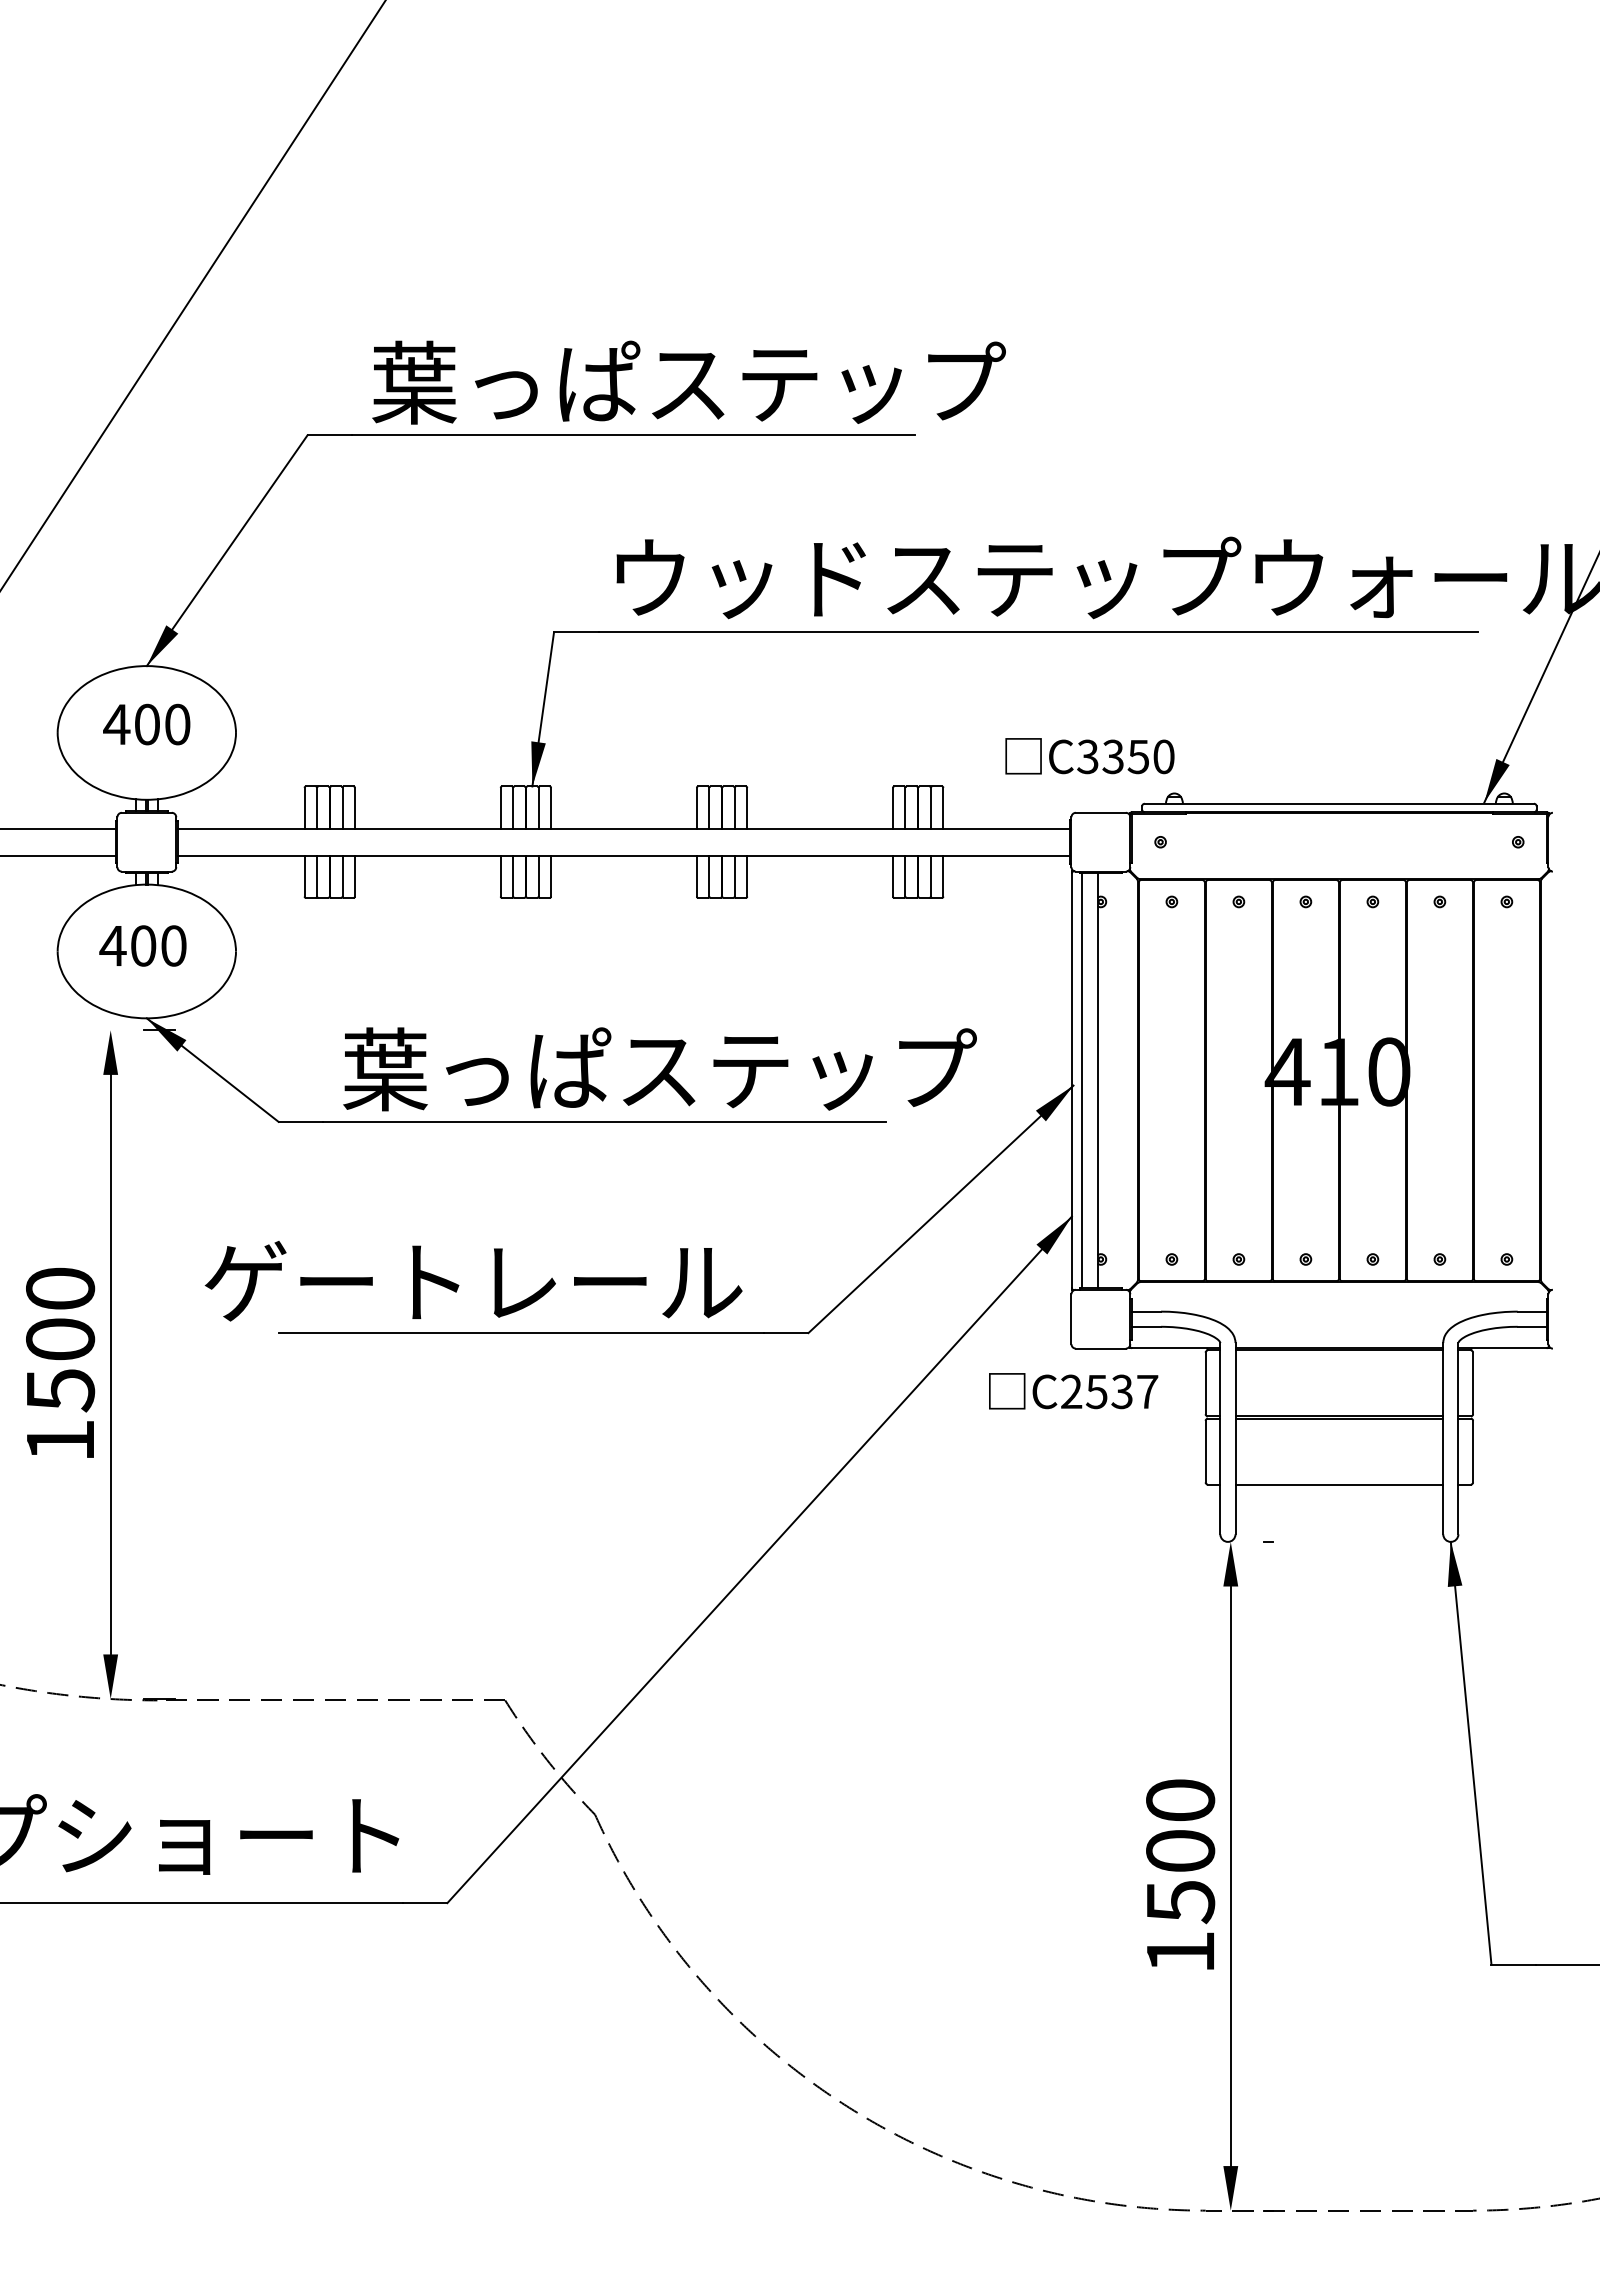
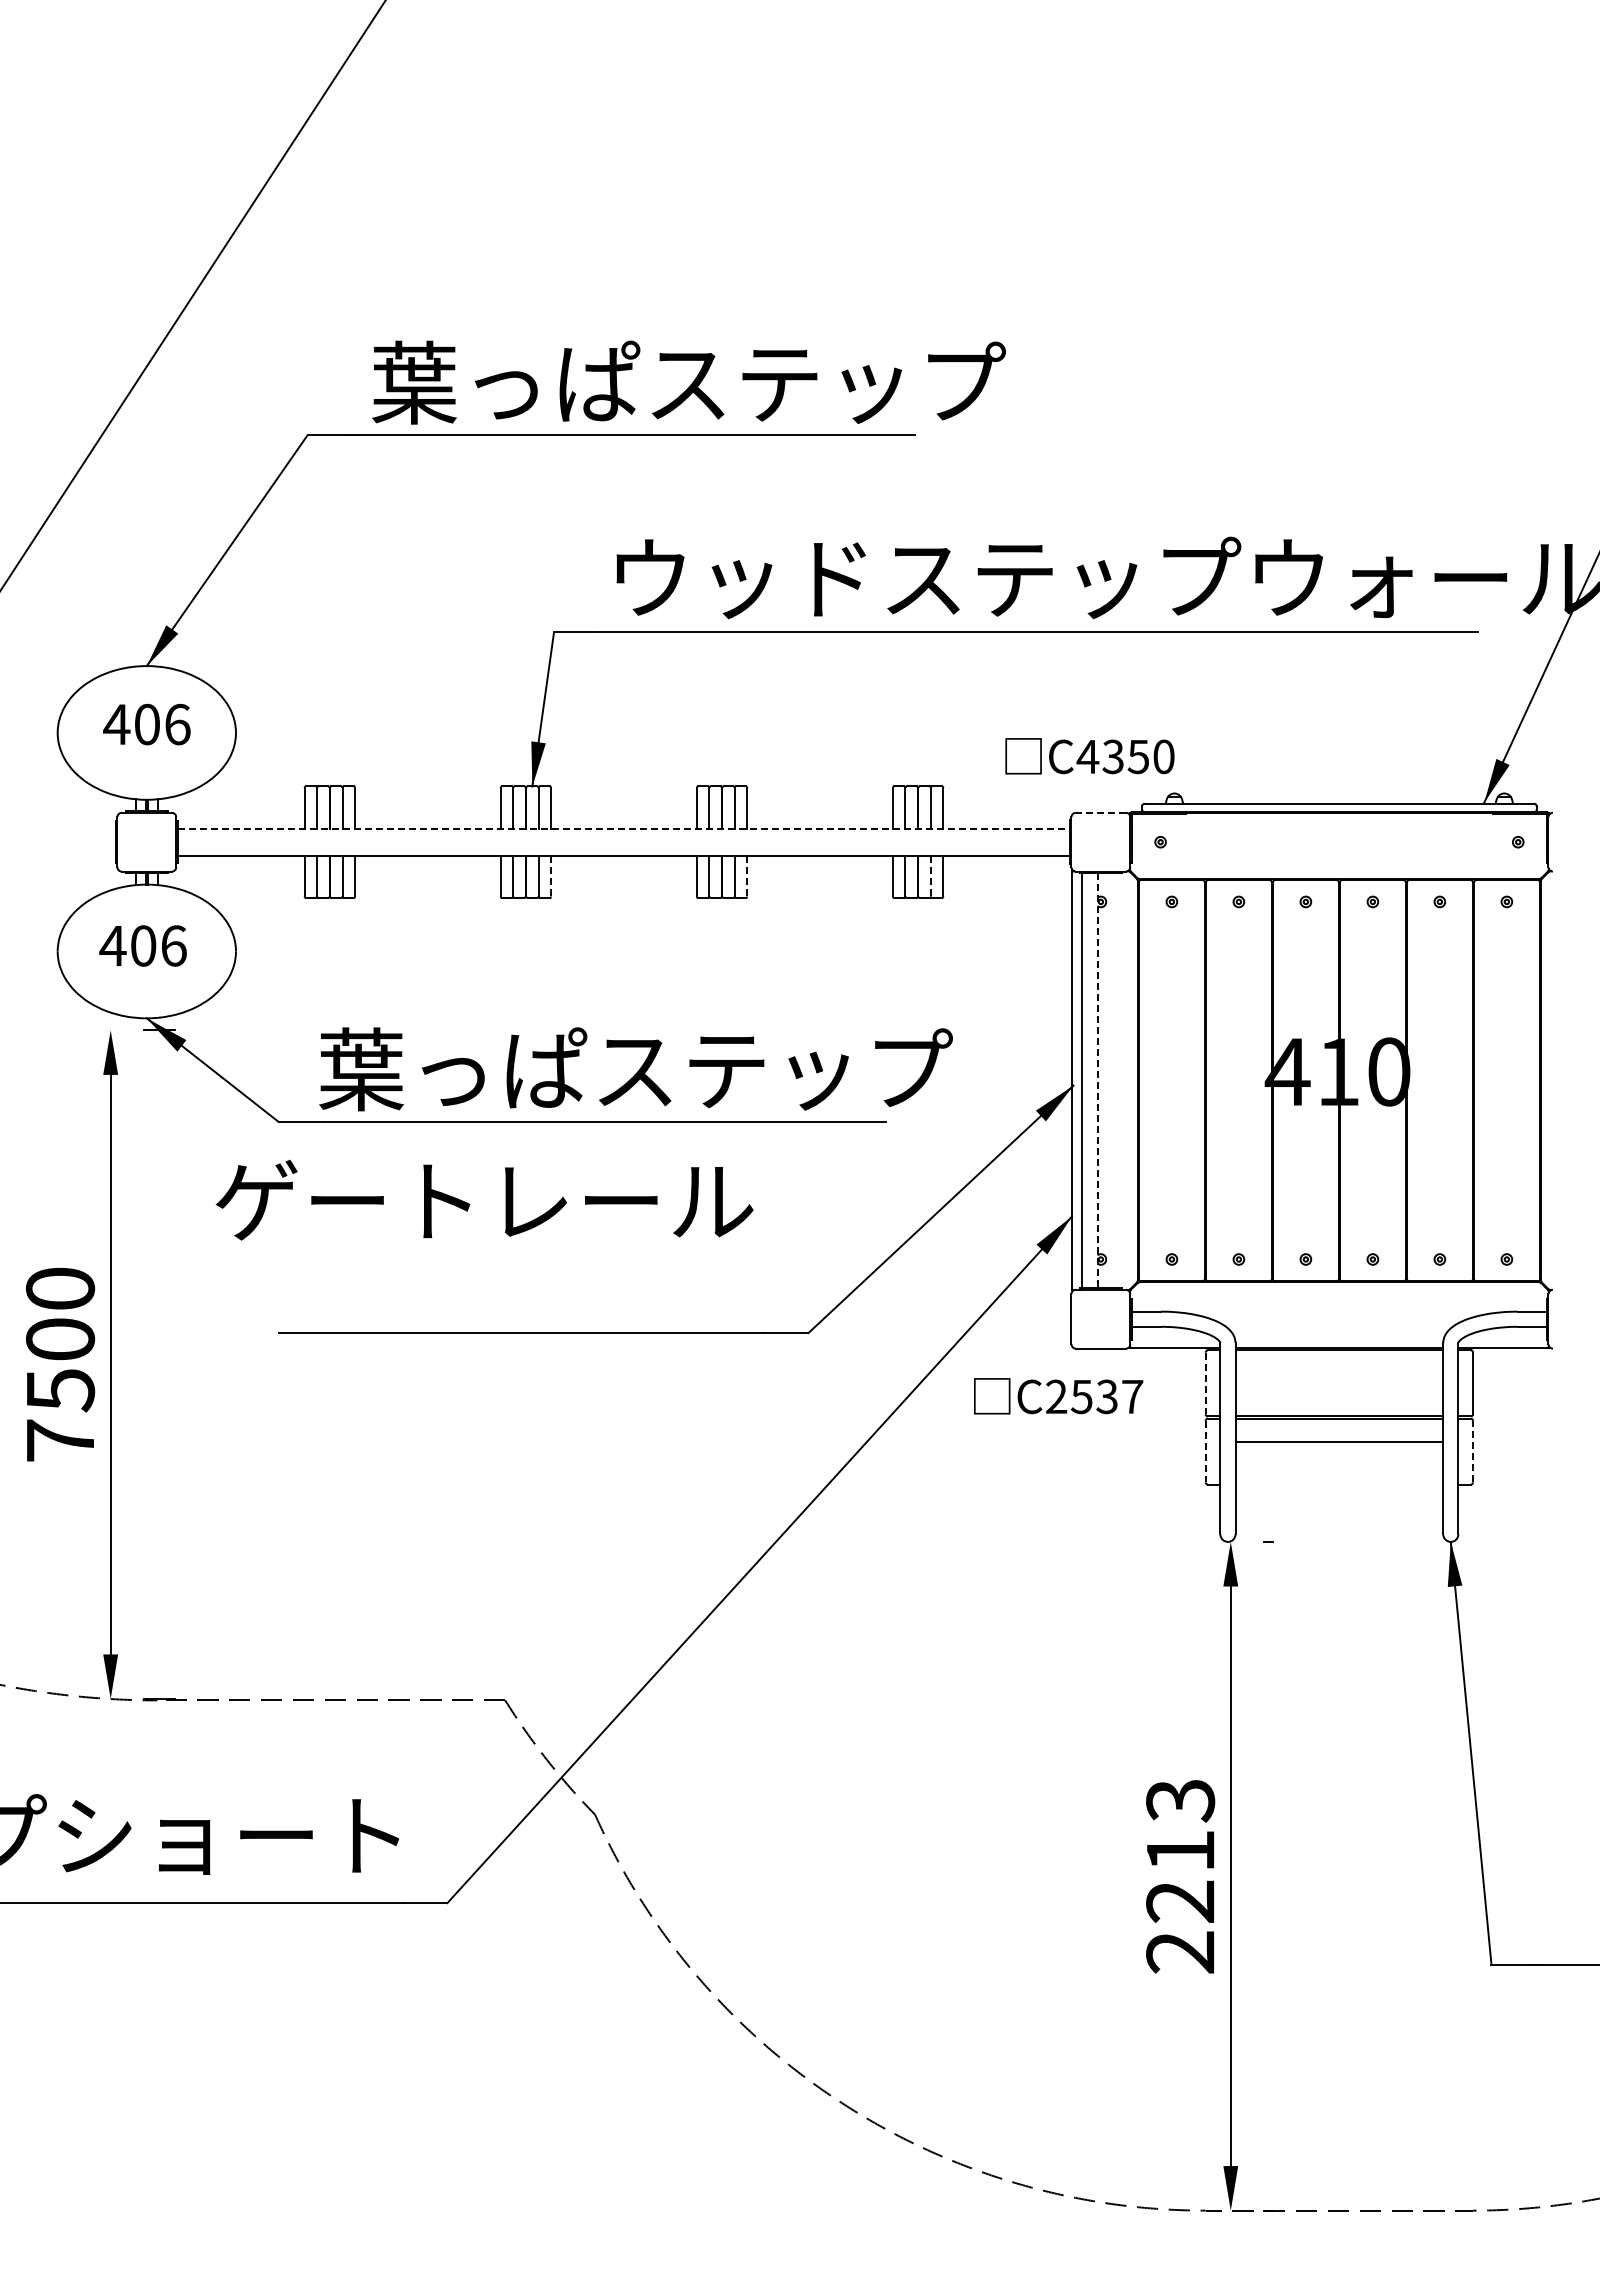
text at (177, 724): 400 -> 406
text at (1087, 756): C3350 -> C4350
line at (1100, 812): solid -> dashed
line at (58, 828): present -> none
line at (623, 828): solid -> dashed
line at (58, 855): present -> none
line at (551, 876): solid -> dashed
line at (747, 876): solid -> dashed
line at (930, 876): solid -> dashed
text at (173, 945): 400 -> 406
text at (659, 1069) position: (659, 1069) -> (635, 1069)
line at (1097, 1080): solid -> dashed
text at (473, 1281) position: (473, 1281) -> (484, 1200)
line at (1205, 1383): solid -> dashed
text at (1073, 1391) position: (1073, 1391) -> (1058, 1396)
text at (60, 1440): 1500 -> 7500
line at (1205, 1451): solid -> dashed
line at (1473, 1451): solid -> dashed
line at (1339, 1484) position: (1339, 1484) -> (1339, 1441)
text at (1180, 1876): 1500 -> 2213
